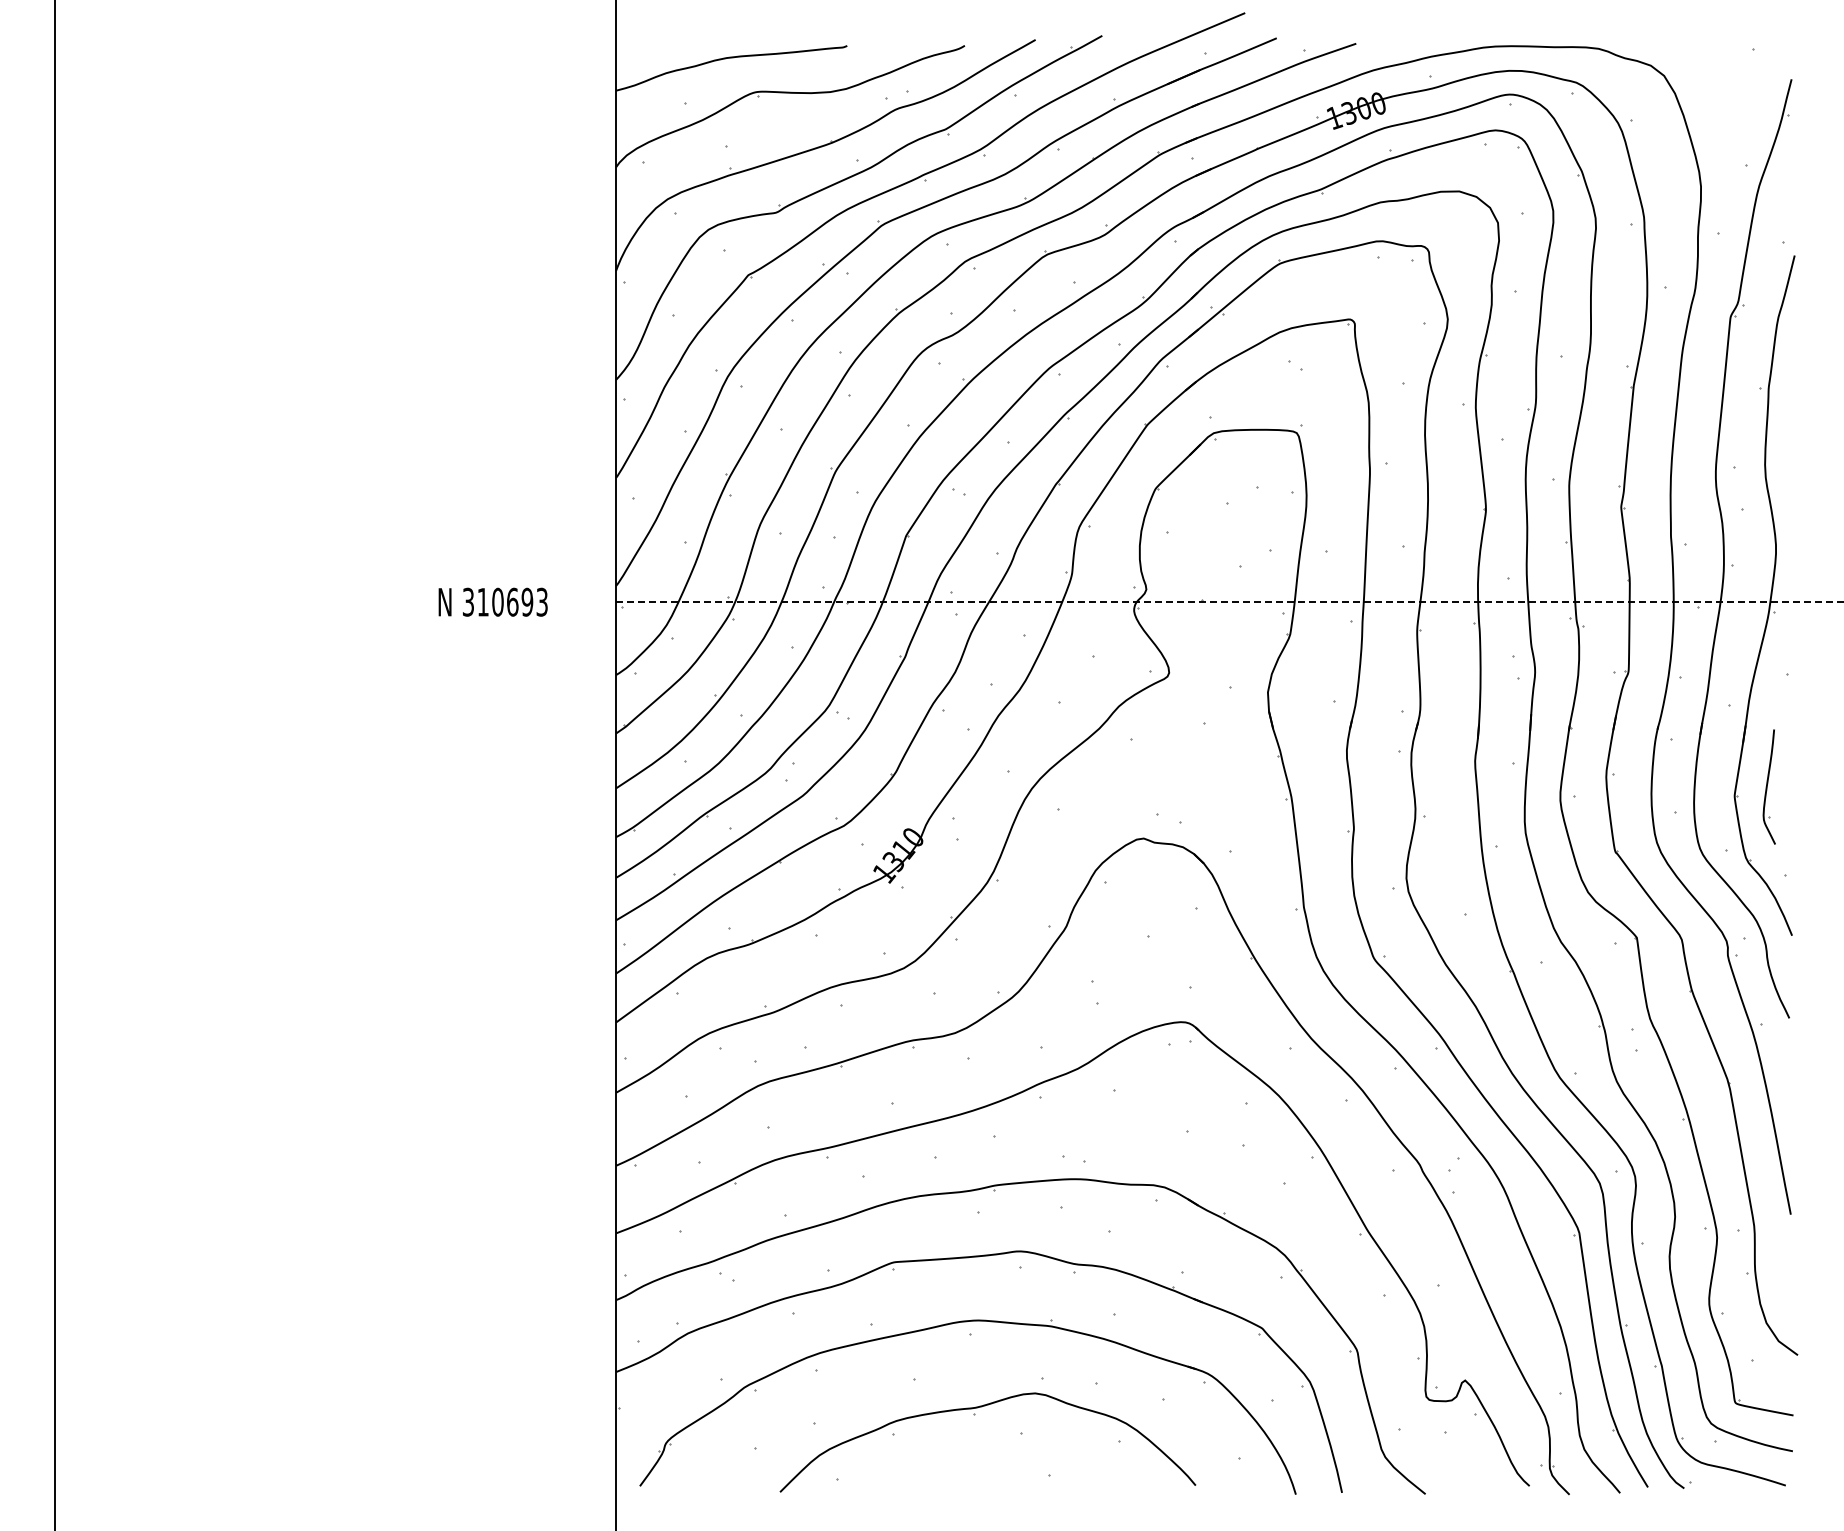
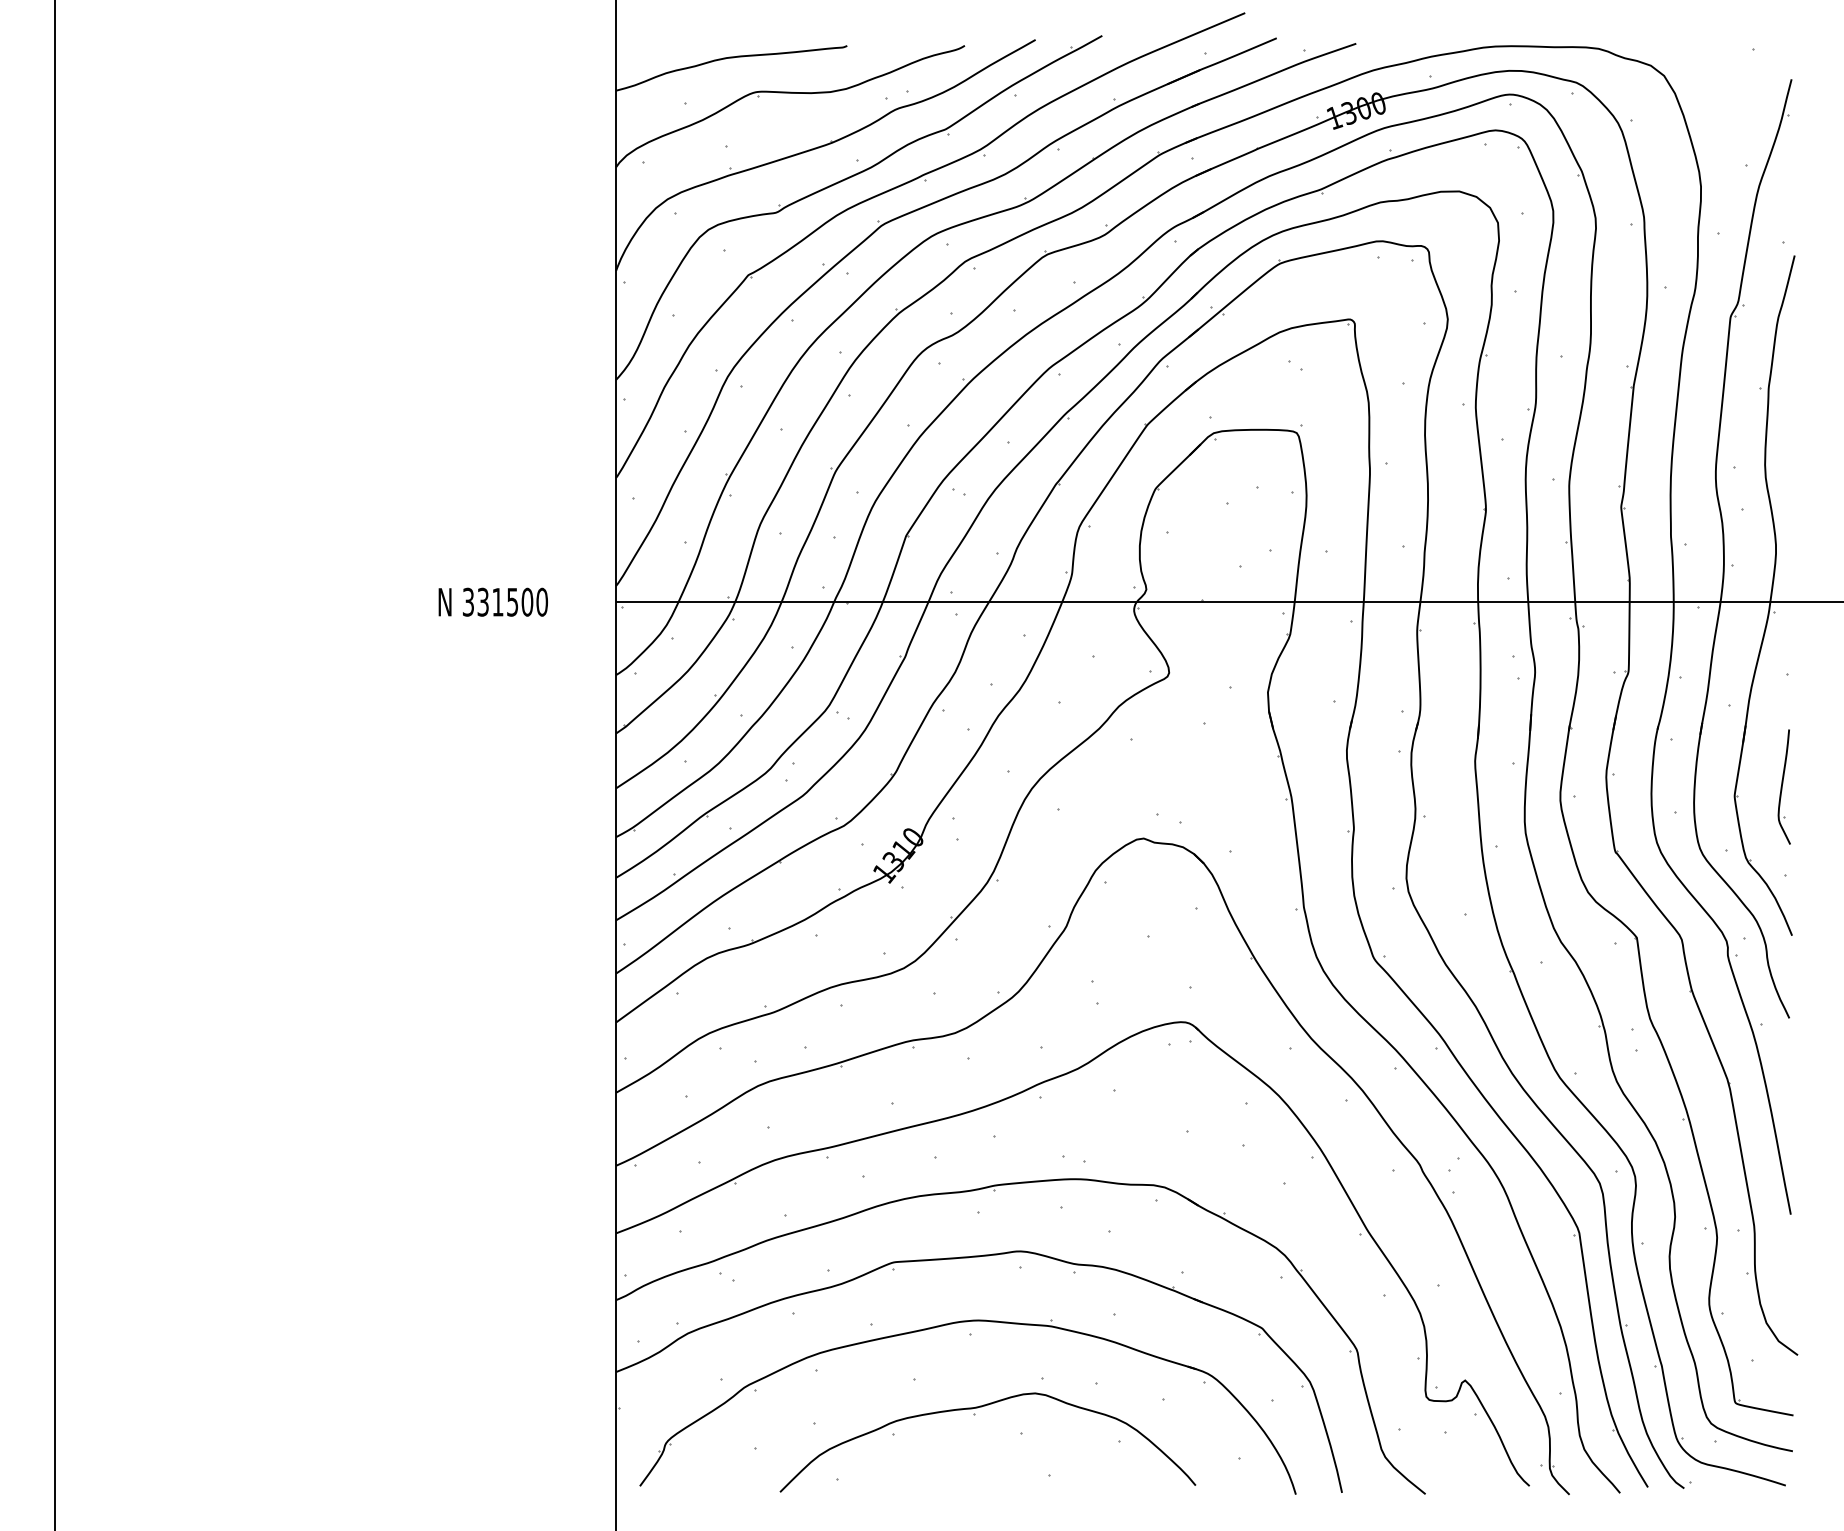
text at (512, 601): 310693 -> 331500
line at (1229, 602): dashed -> solid
part at (1768, 786) position: (1768, 786) -> (1783, 786)
